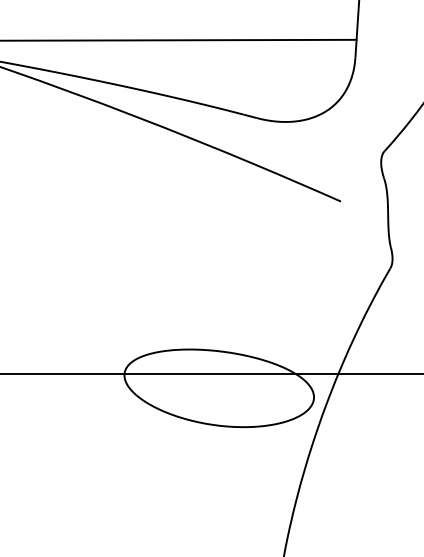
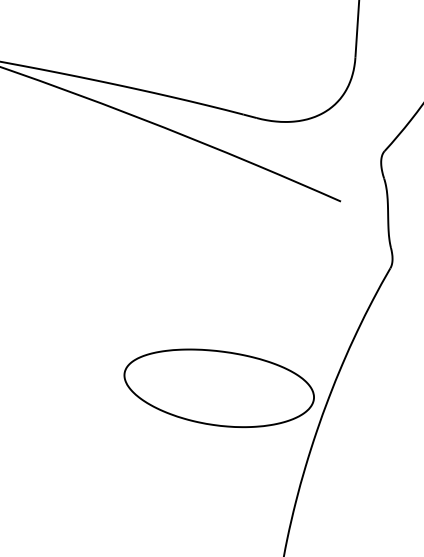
line at (179, 39): present -> none
line at (211, 373): present -> none
